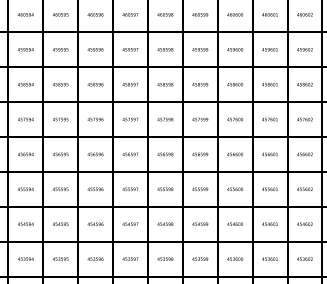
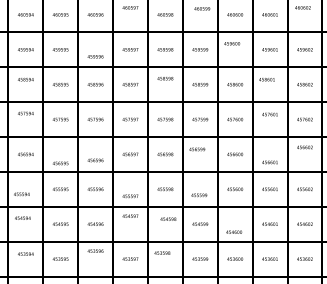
text at (130, 14) position: (130, 14) -> (130, 7)
text at (200, 14) position: (200, 14) -> (202, 8)
text at (304, 14) position: (304, 14) -> (302, 7)
text at (95, 49) position: (95, 49) -> (95, 56)
text at (235, 49) position: (235, 49) -> (232, 43)
text at (25, 84) position: (25, 84) -> (25, 79)
text at (165, 84) position: (165, 84) -> (165, 78)
text at (269, 84) position: (269, 84) -> (266, 79)
text at (25, 119) position: (25, 119) -> (25, 113)
text at (269, 119) position: (269, 119) -> (269, 114)
text at (60, 154) position: (60, 154) -> (60, 163)
text at (95, 154) position: (95, 154) -> (95, 160)
text at (200, 154) position: (200, 154) -> (197, 149)
text at (269, 154) position: (269, 154) -> (269, 162)
text at (304, 154) position: (304, 154) -> (304, 147)
text at (25, 189) position: (25, 189) -> (21, 194)
text at (130, 189) position: (130, 189) -> (130, 196)
text at (200, 189) position: (200, 189) -> (199, 195)
text at (25, 223) position: (25, 223) -> (22, 217)
text at (130, 223) position: (130, 223) -> (130, 215)
text at (165, 223) position: (165, 223) -> (168, 218)
text at (235, 223) position: (235, 223) -> (234, 231)
text at (25, 258) position: (25, 258) -> (25, 253)
text at (95, 258) position: (95, 258) -> (95, 250)
text at (165, 258) position: (165, 258) -> (162, 252)
